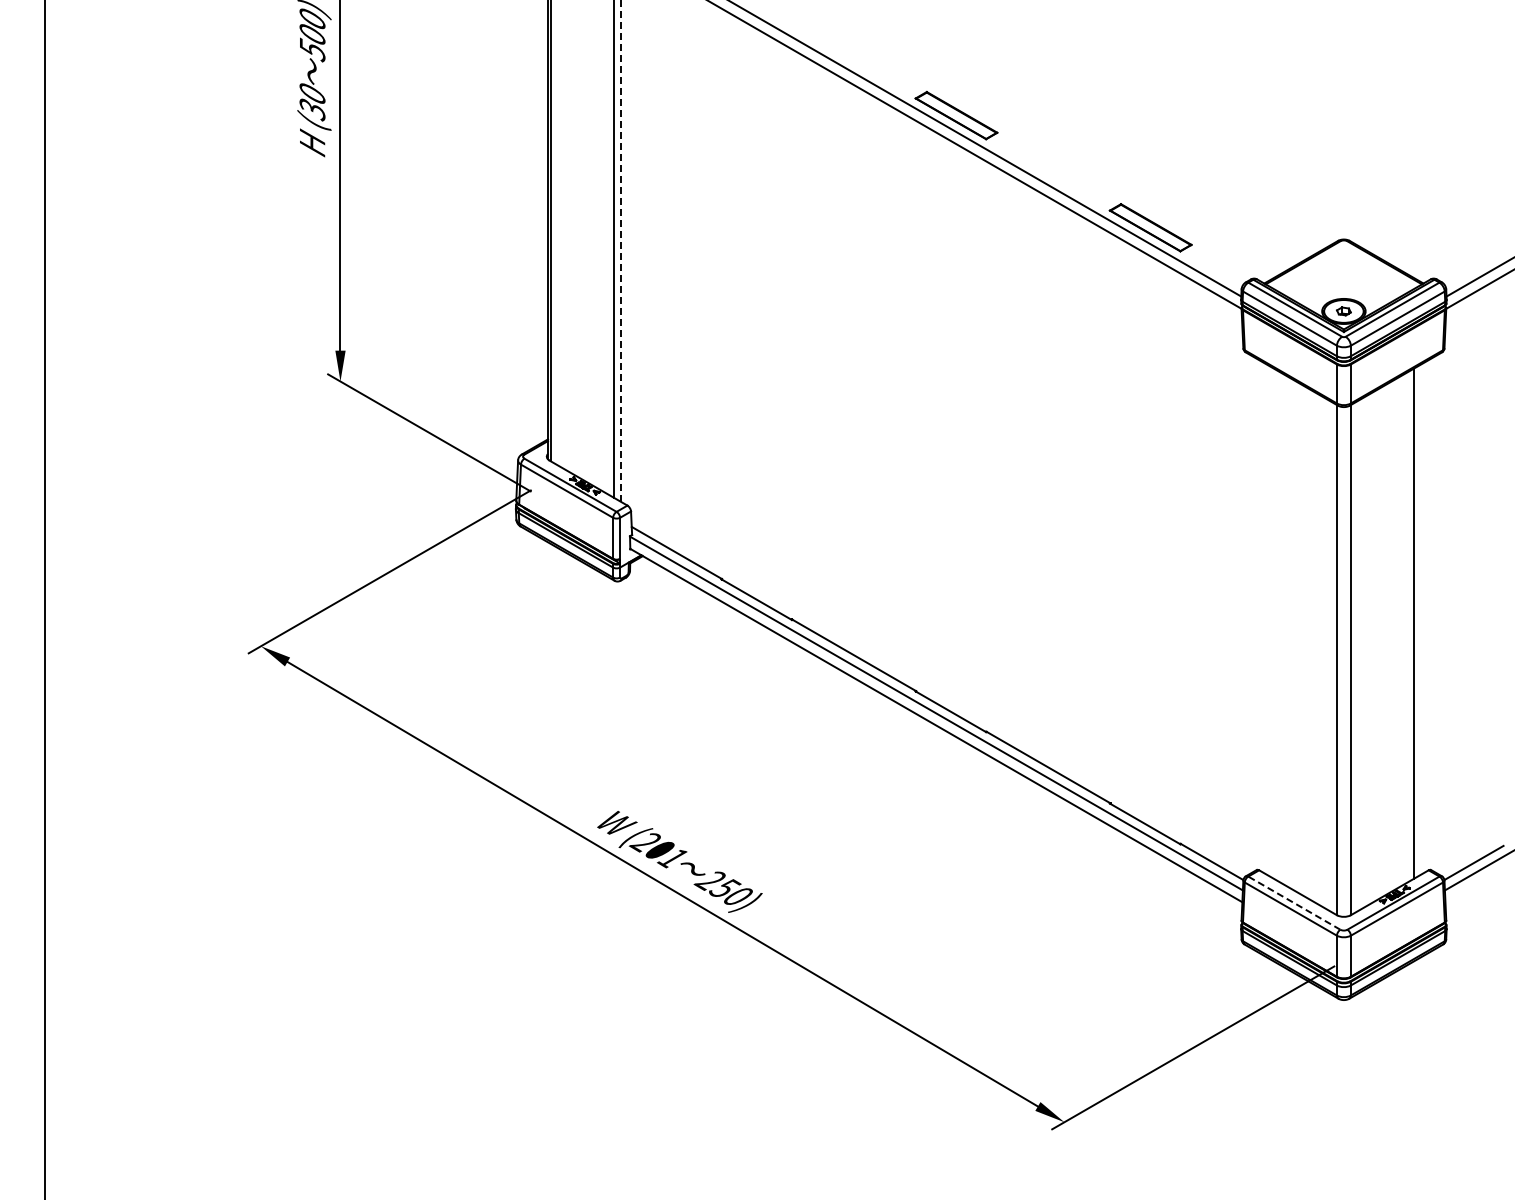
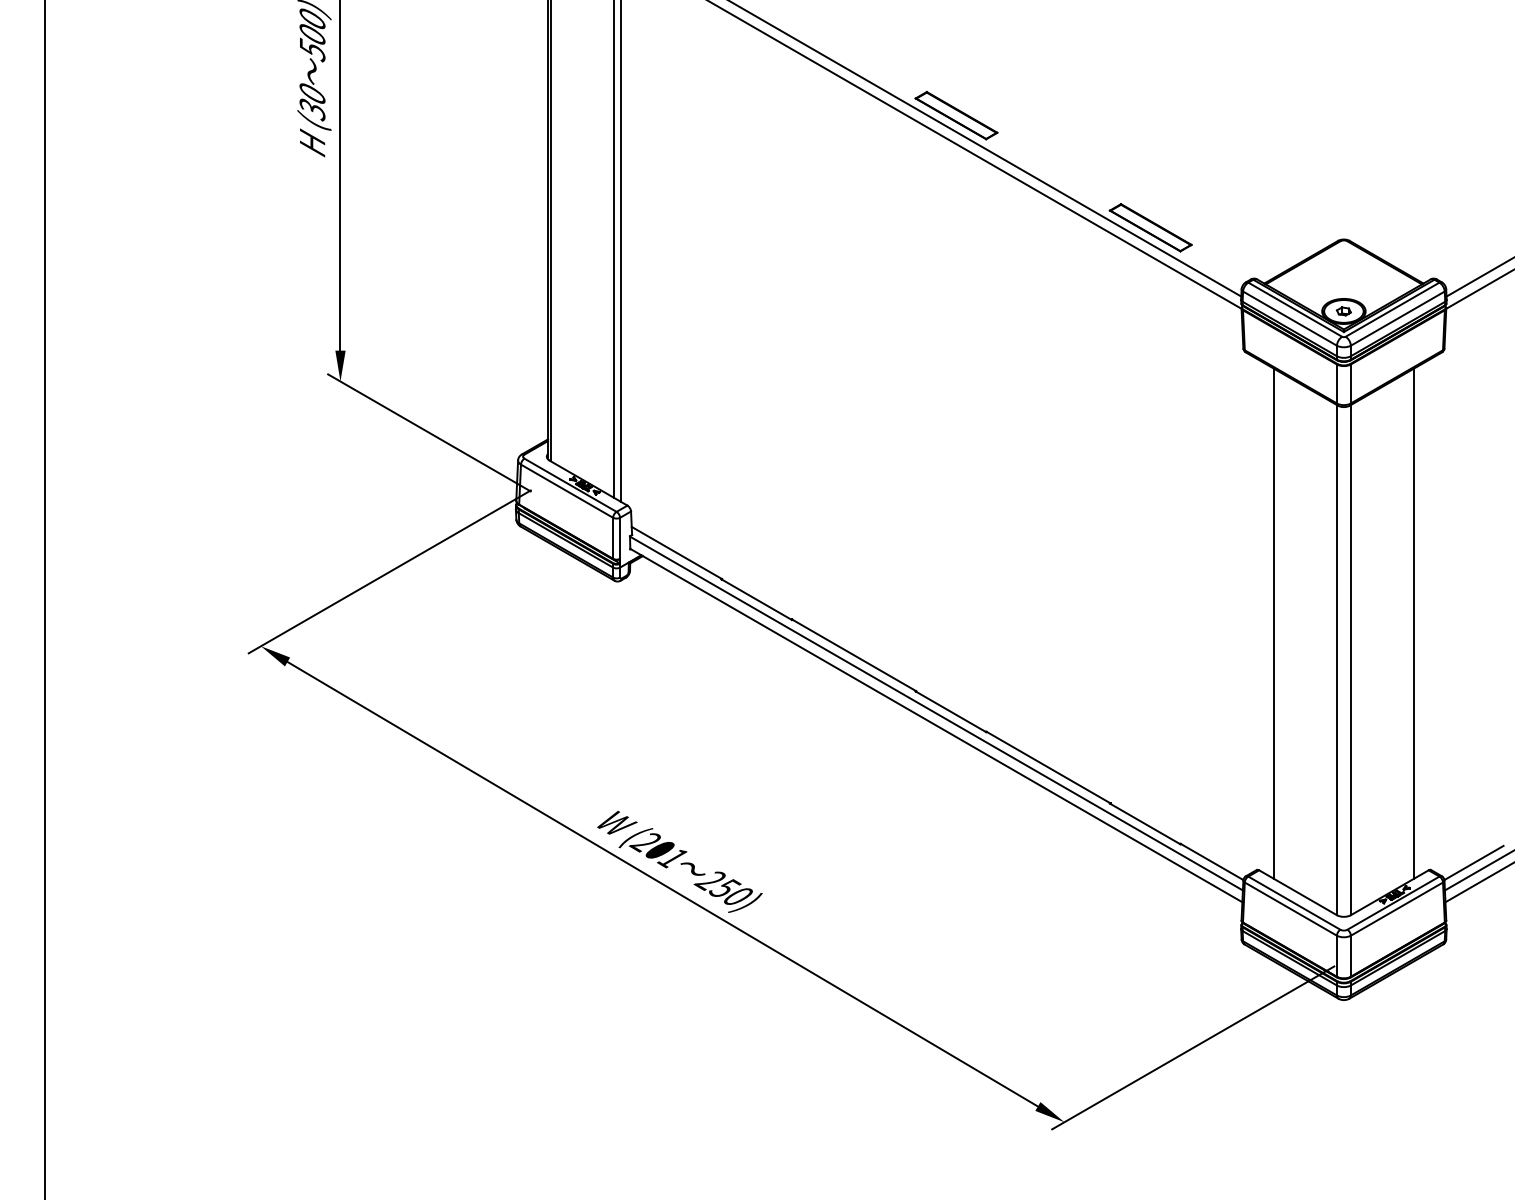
line at (620, 251): dashed -> solid
line at (1274, 623): none -> present
line at (1478, 883): none -> present
line at (1293, 902): dashed -> solid
